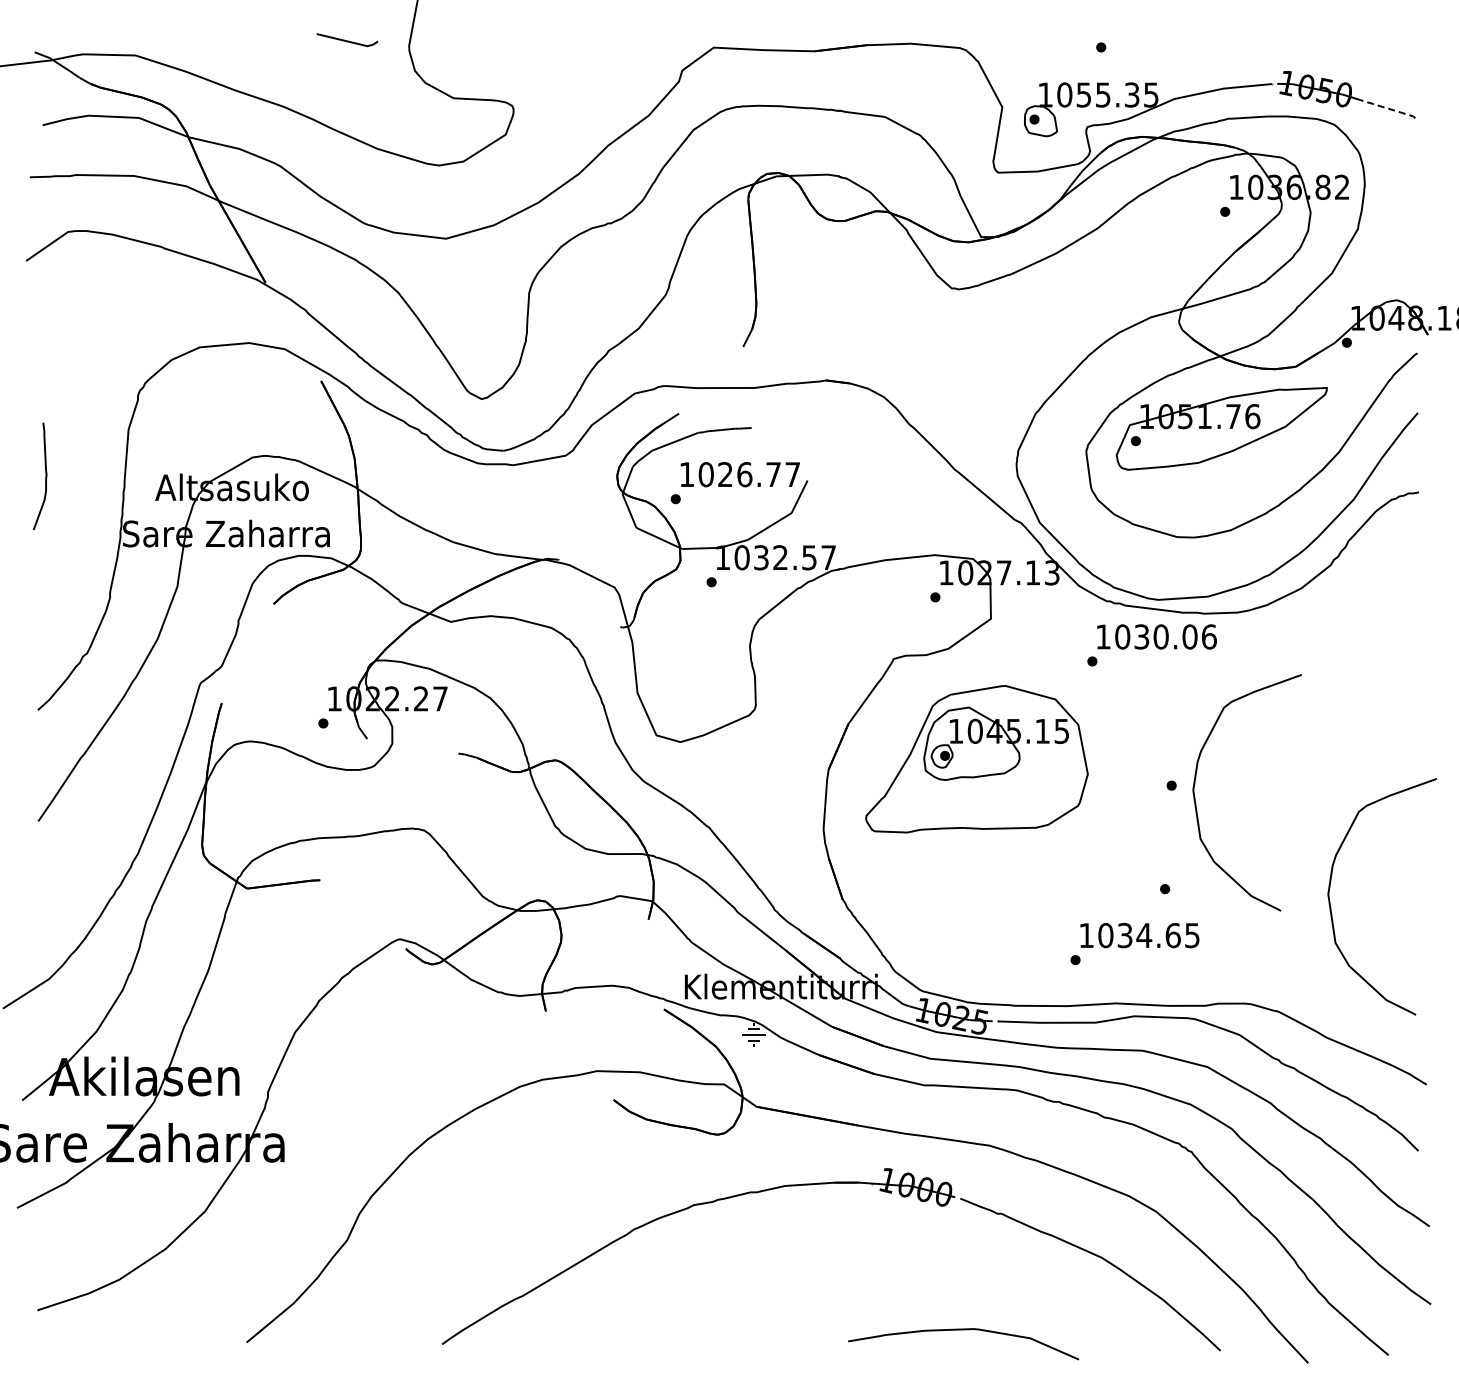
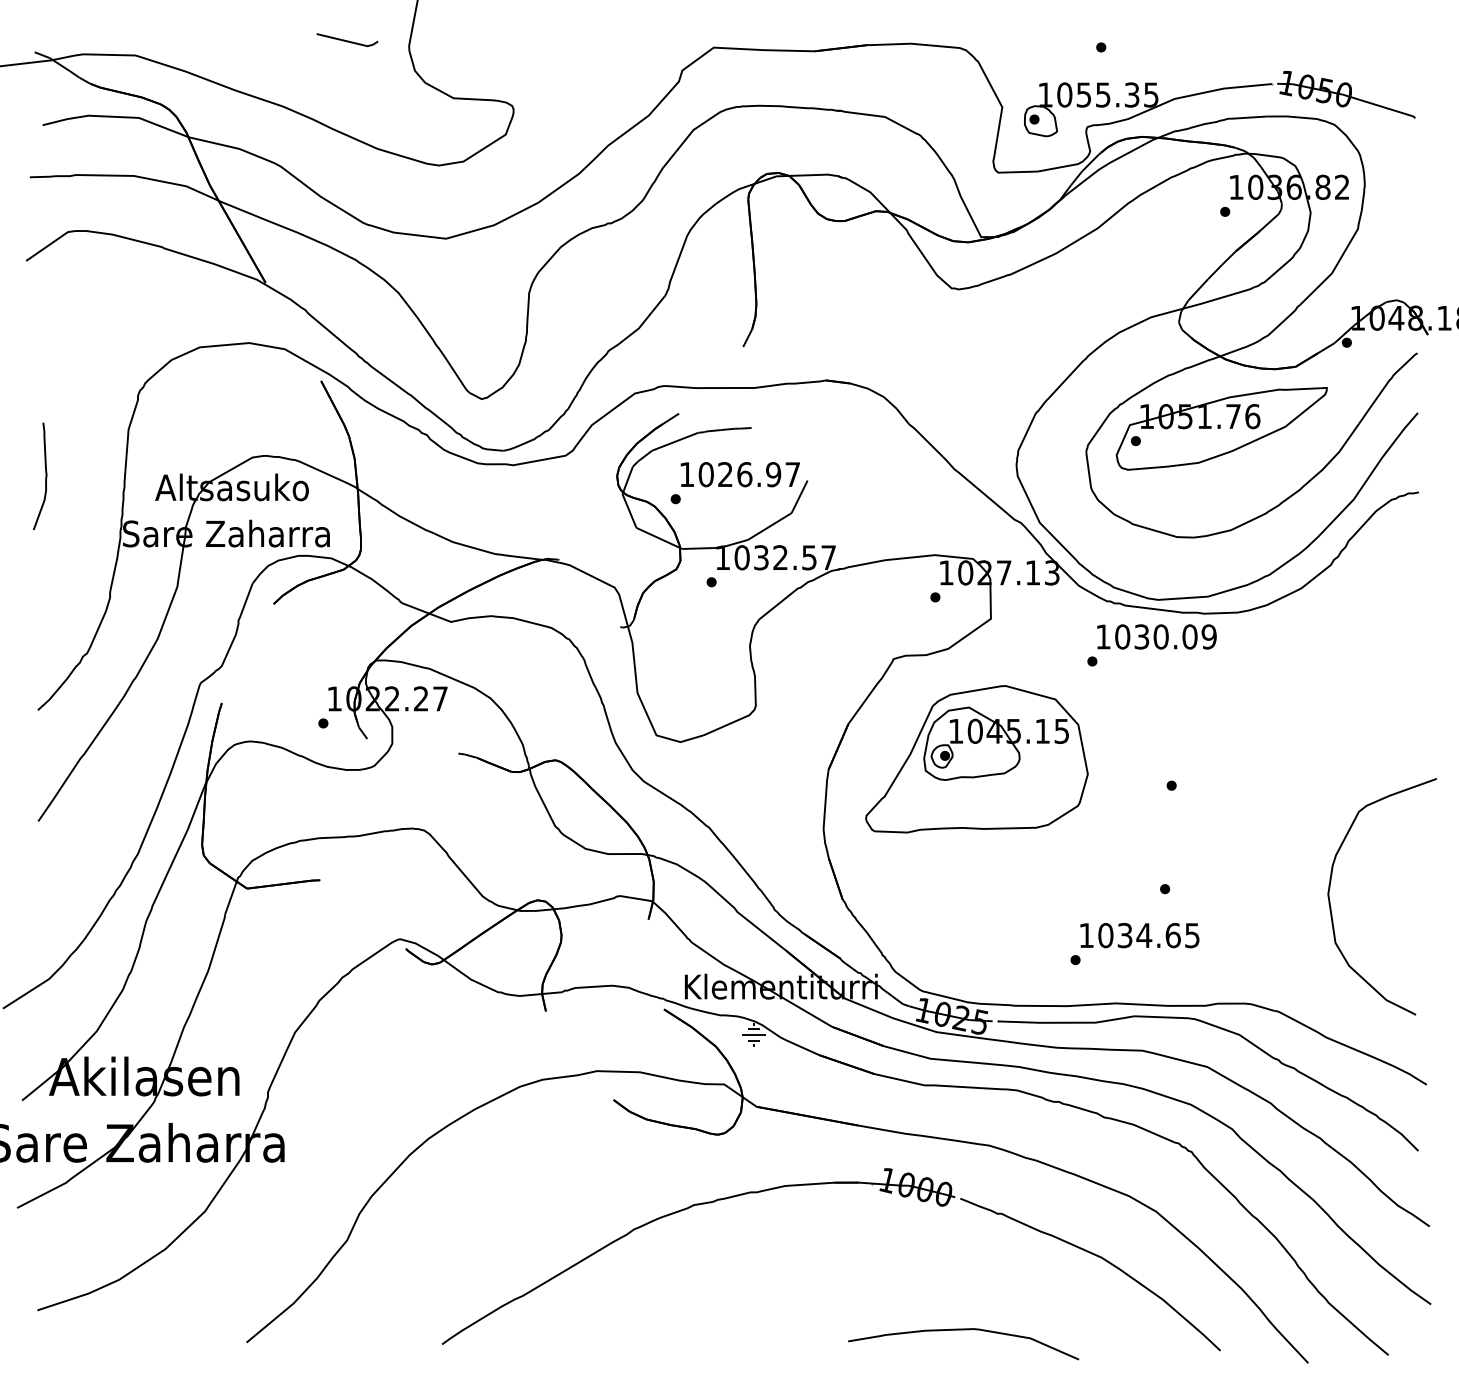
line at (1388, 108): dashed -> solid
text at (773, 474): 1026.77 -> 1026.97
text at (1208, 636): 1030.06 -> 1030.09
curve at (1195, 796): present -> none
